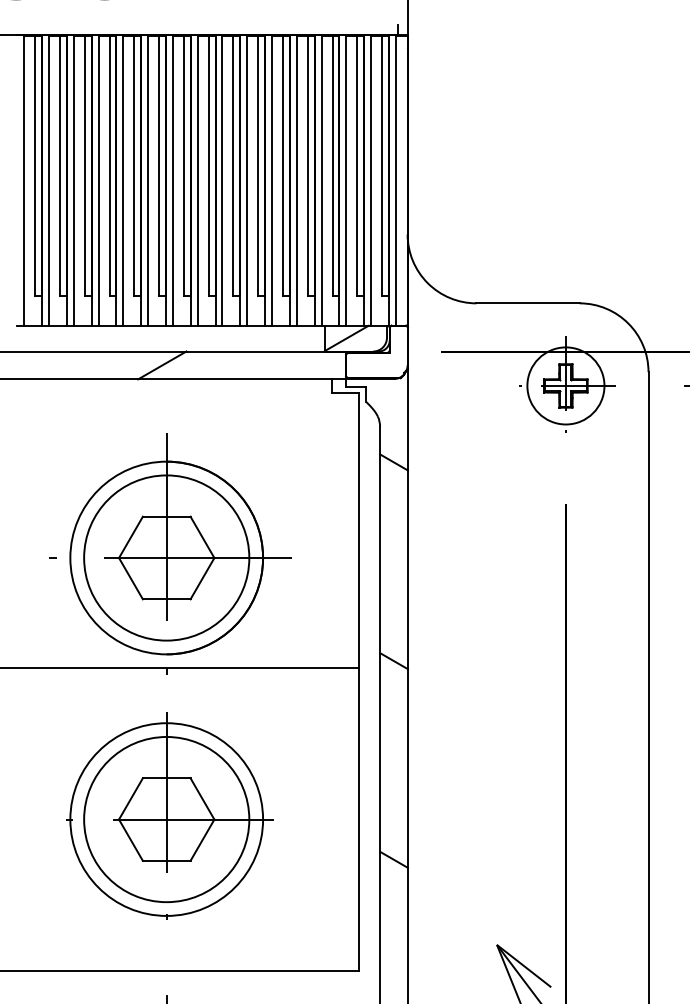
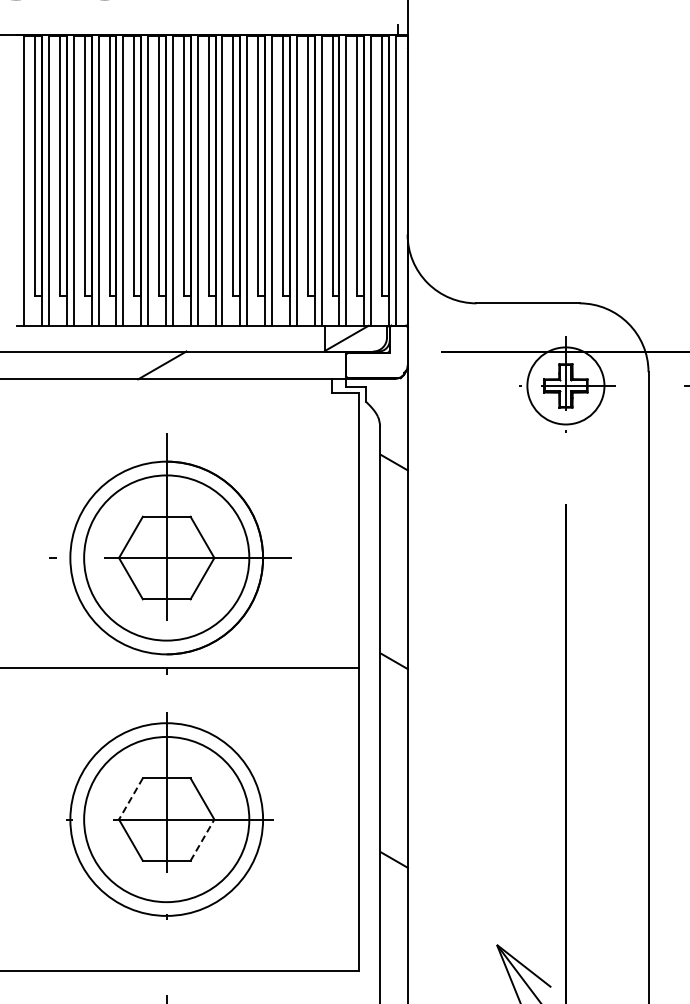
line at (130, 798): solid -> dashed
line at (202, 840): solid -> dashed
